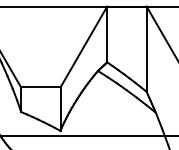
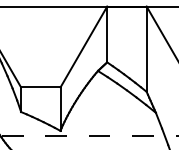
line at (89, 135): solid -> dashed
